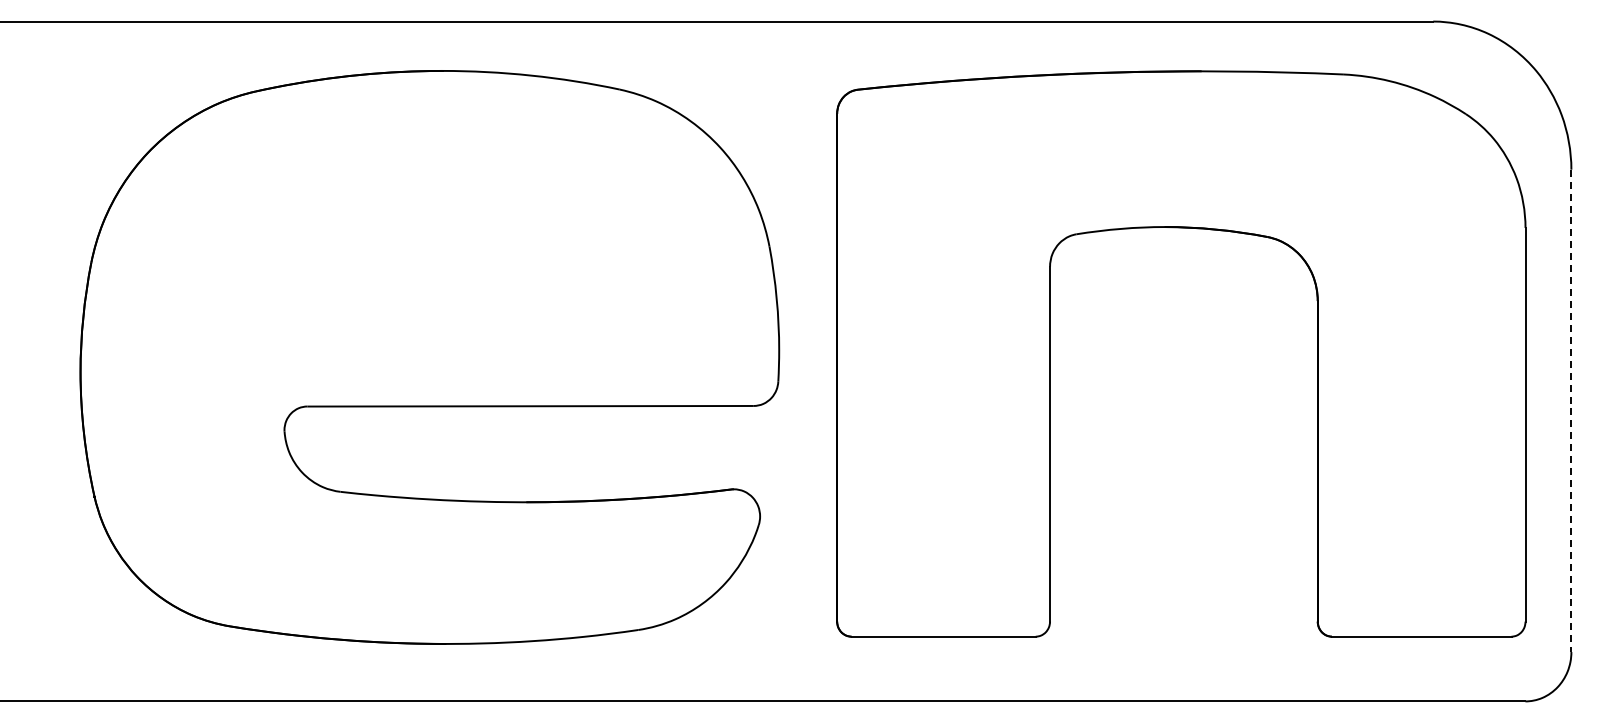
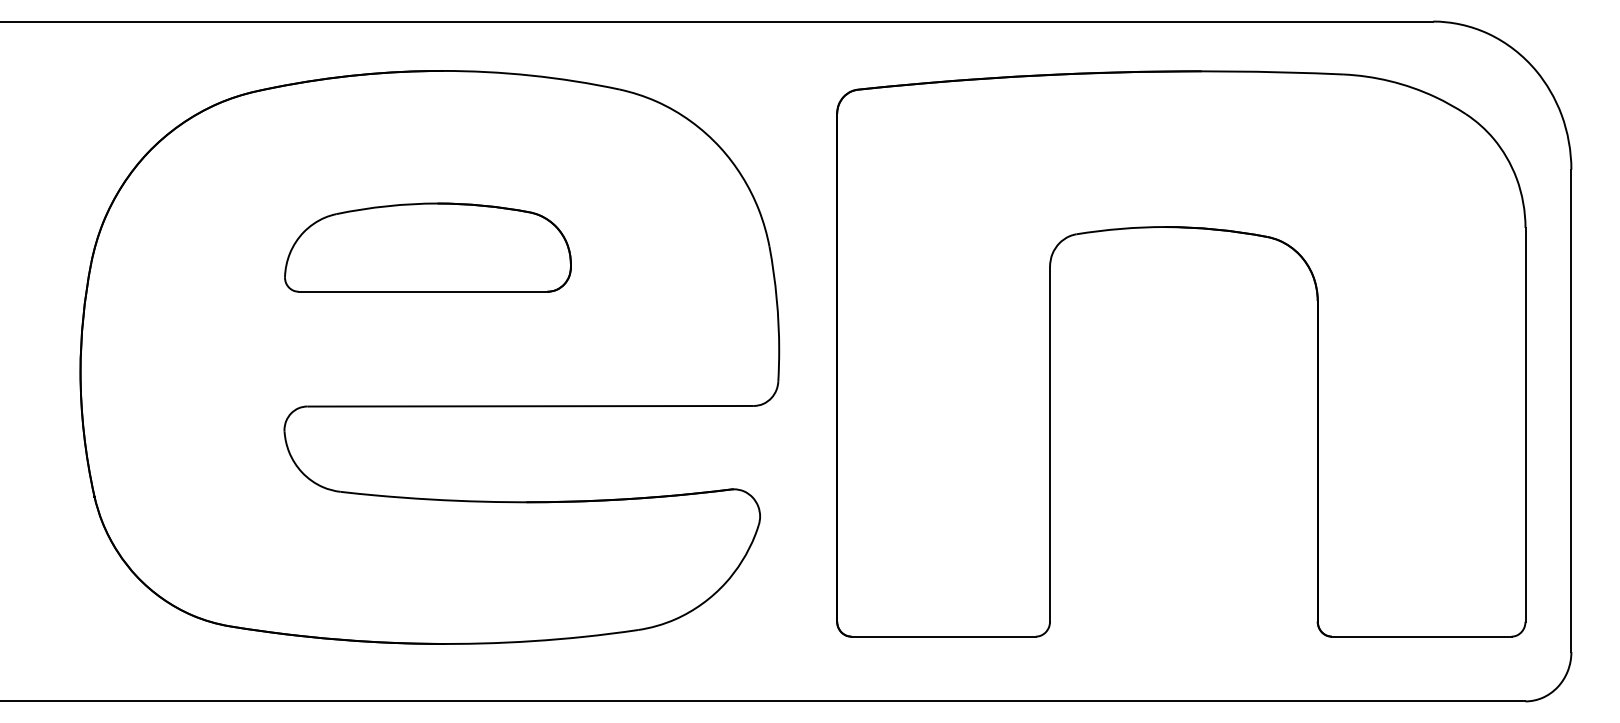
part at (427, 247): none -> present
line at (1571, 411): dashed -> solid
